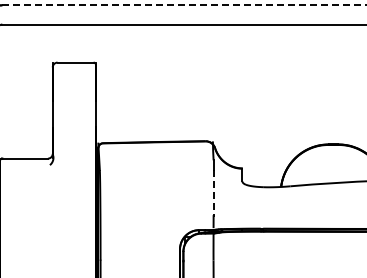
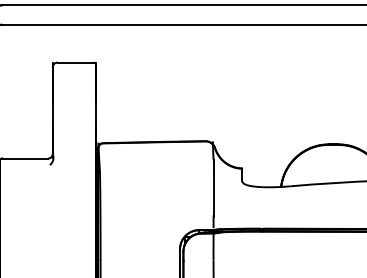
line at (185, 5): dashed -> solid
line at (213, 193): dashed -> solid
